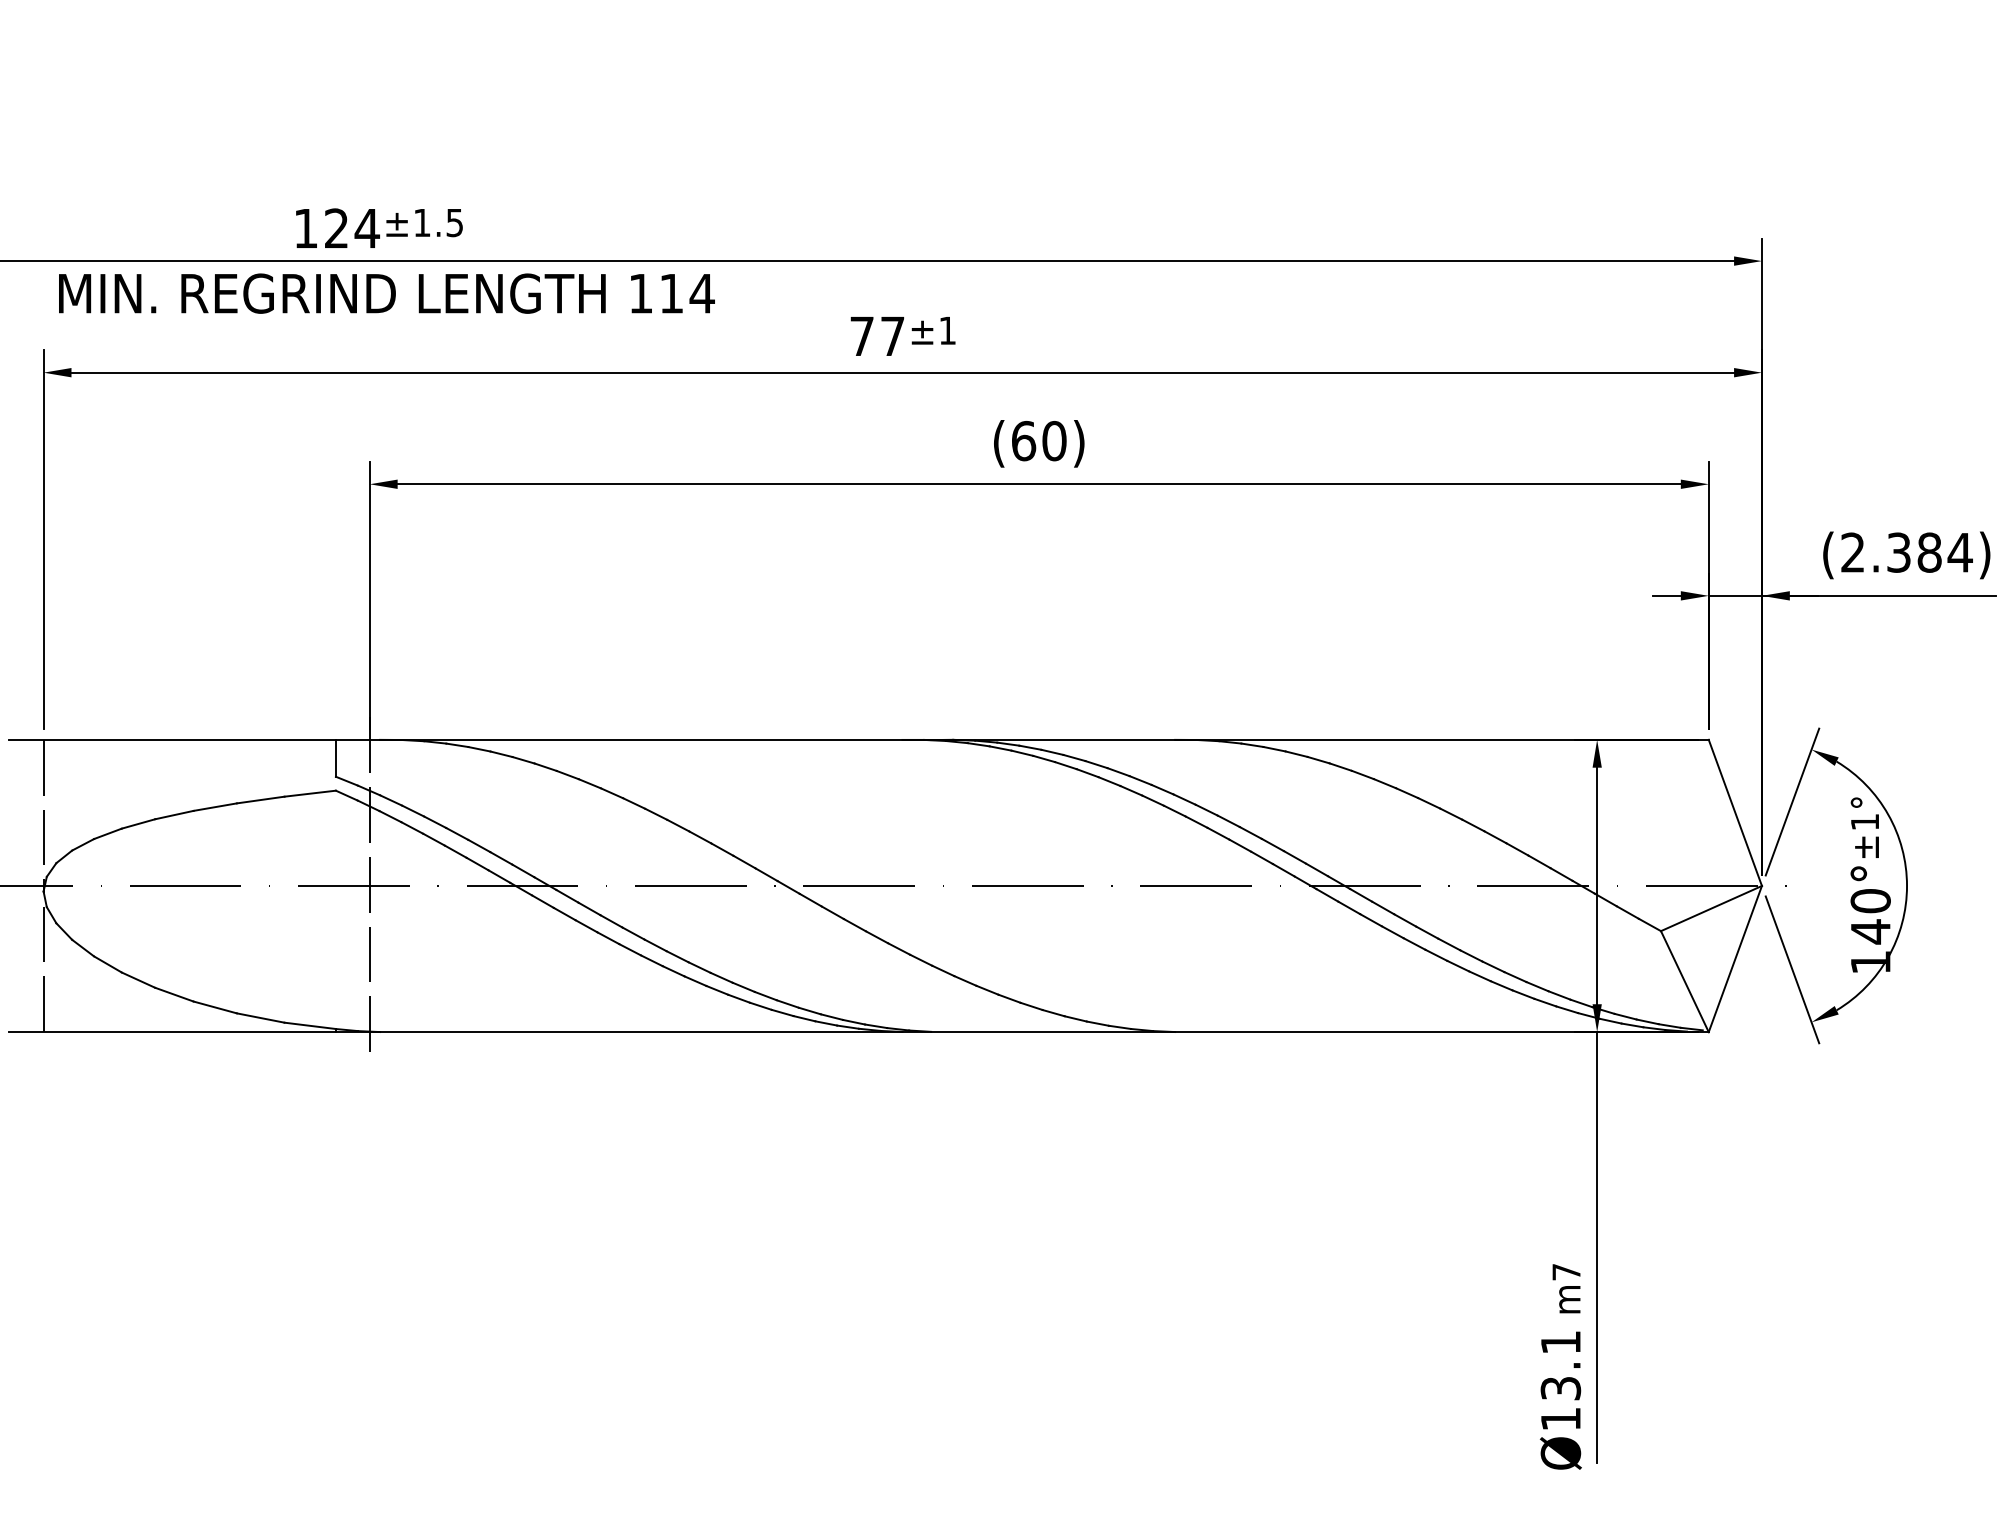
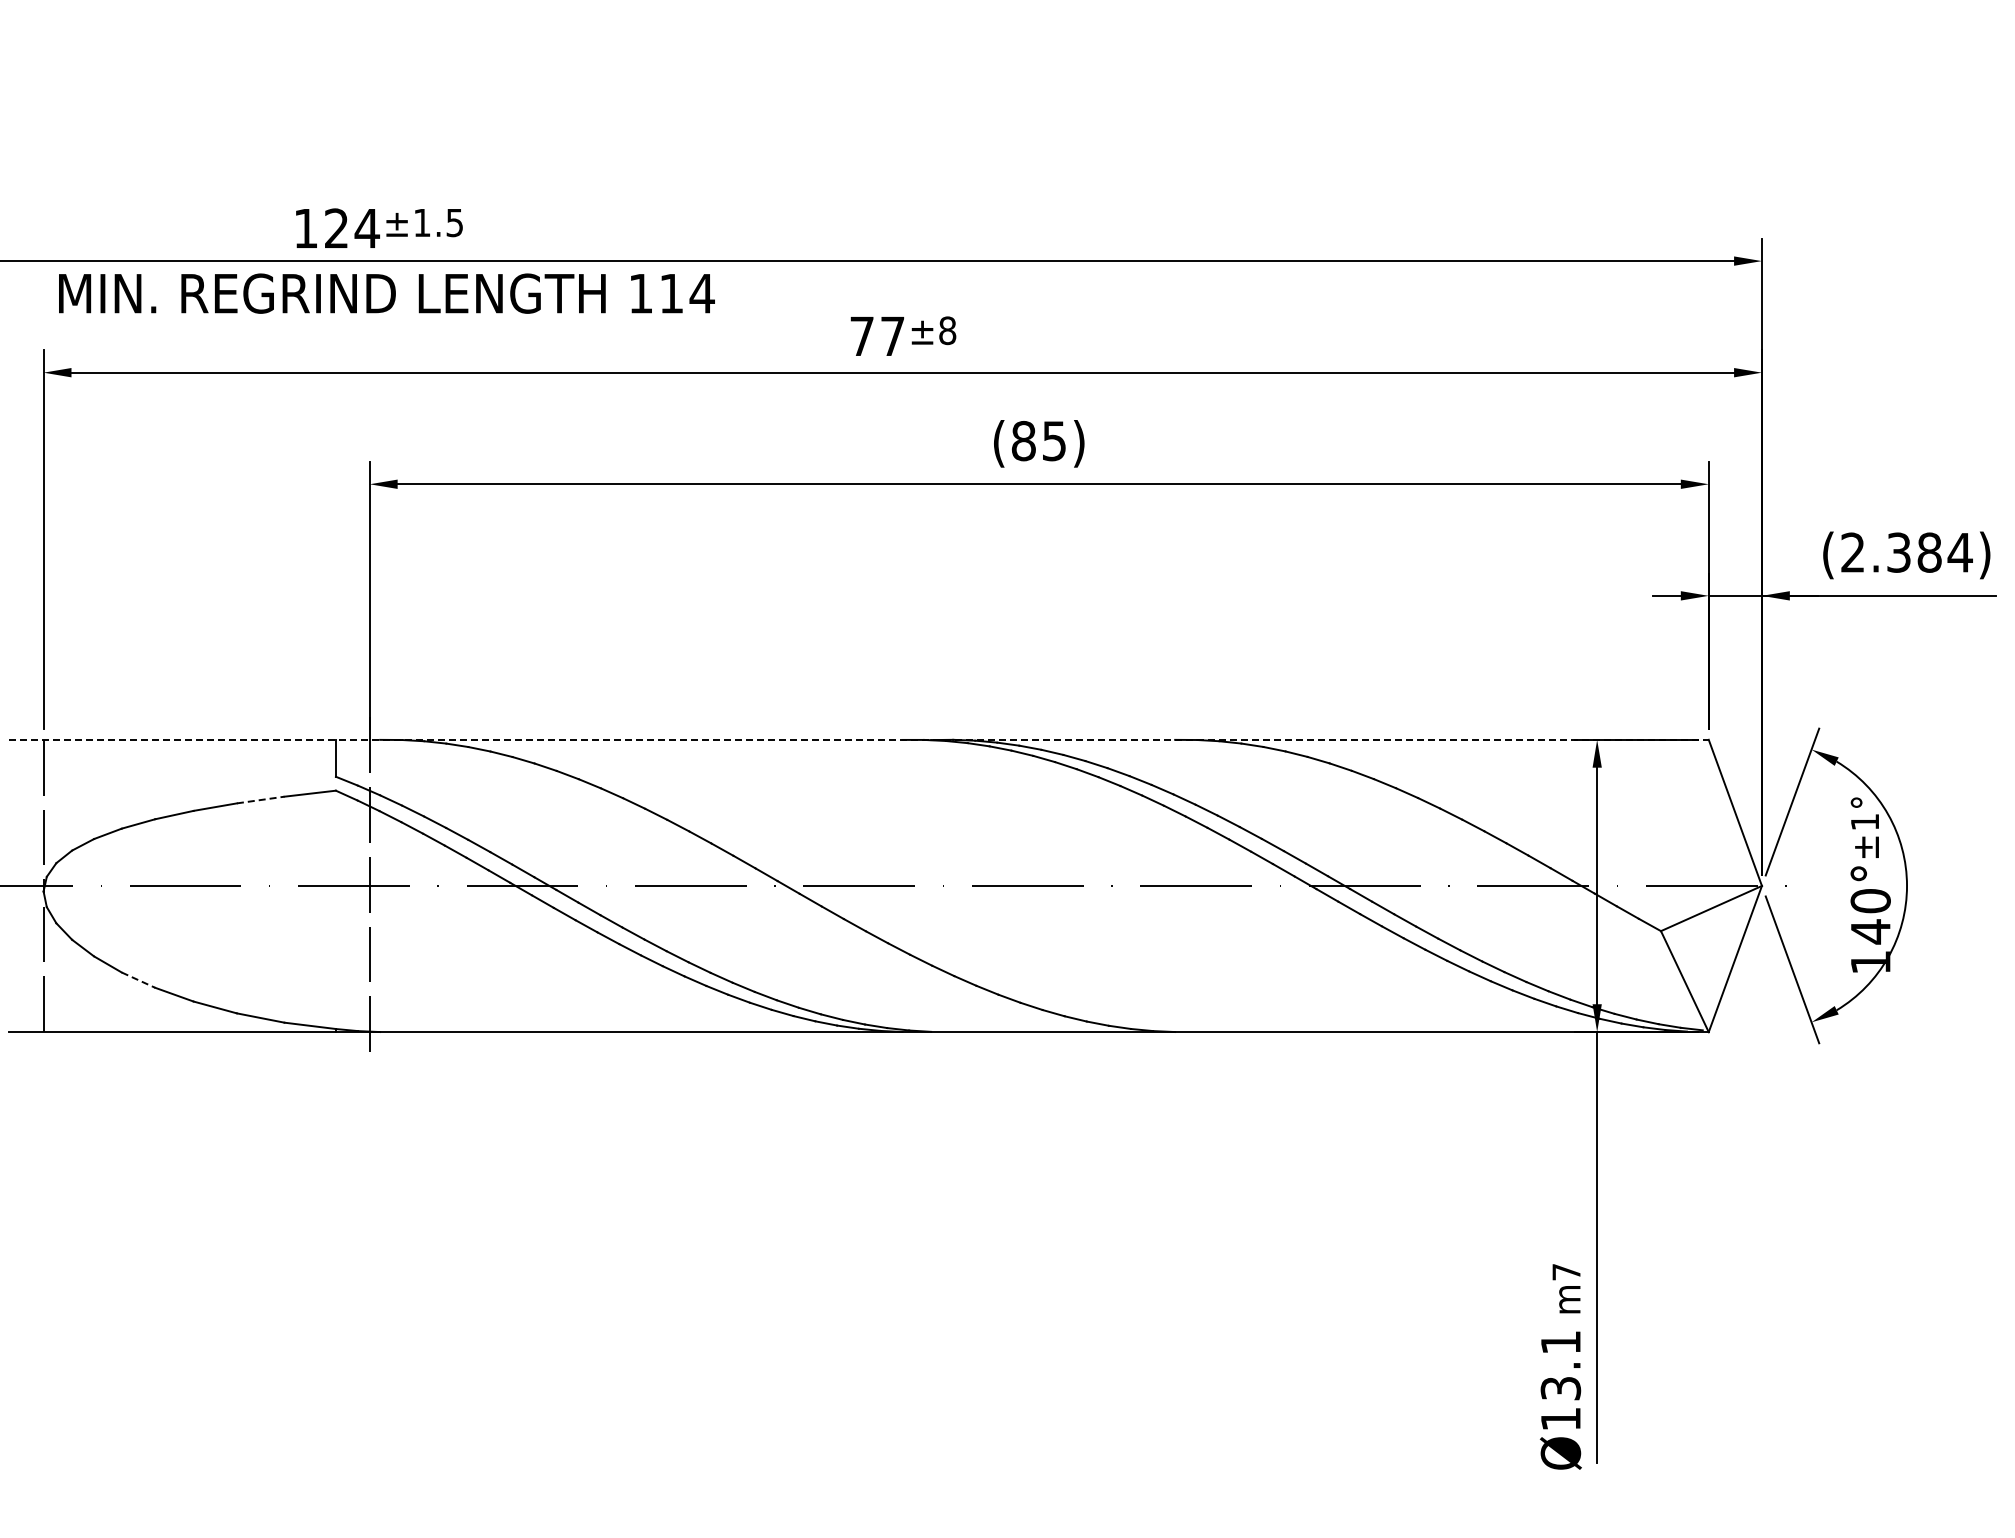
text at (947, 330): ±1 -> ±8
text at (1038, 440): (60) -> (85)
line at (858, 739): solid -> dashed
line at (261, 799): solid -> dashed
line at (138, 980): solid -> dashed
